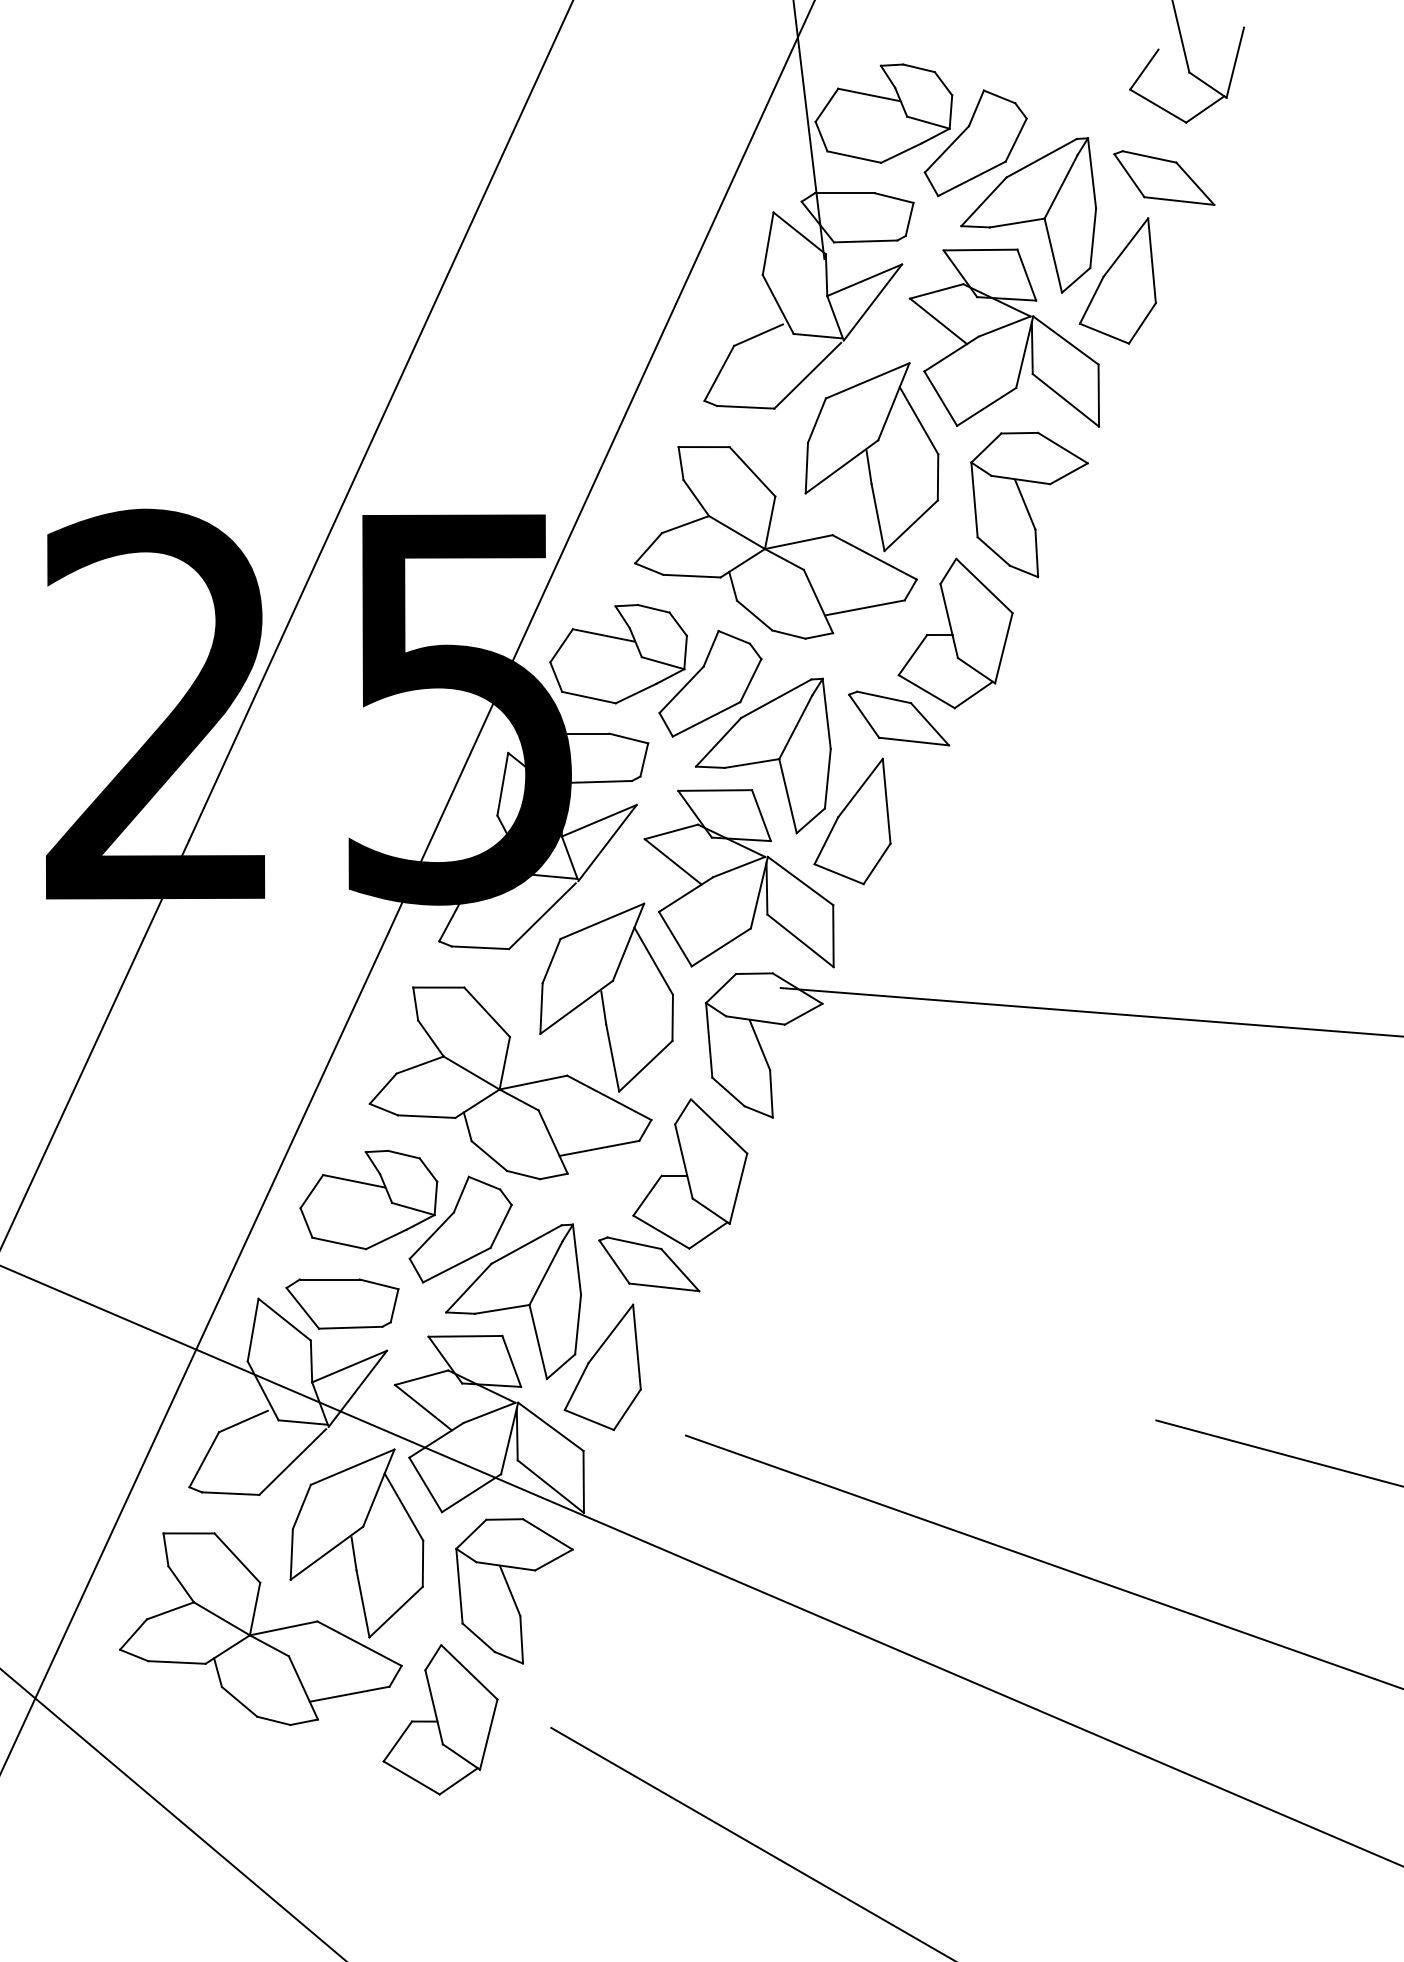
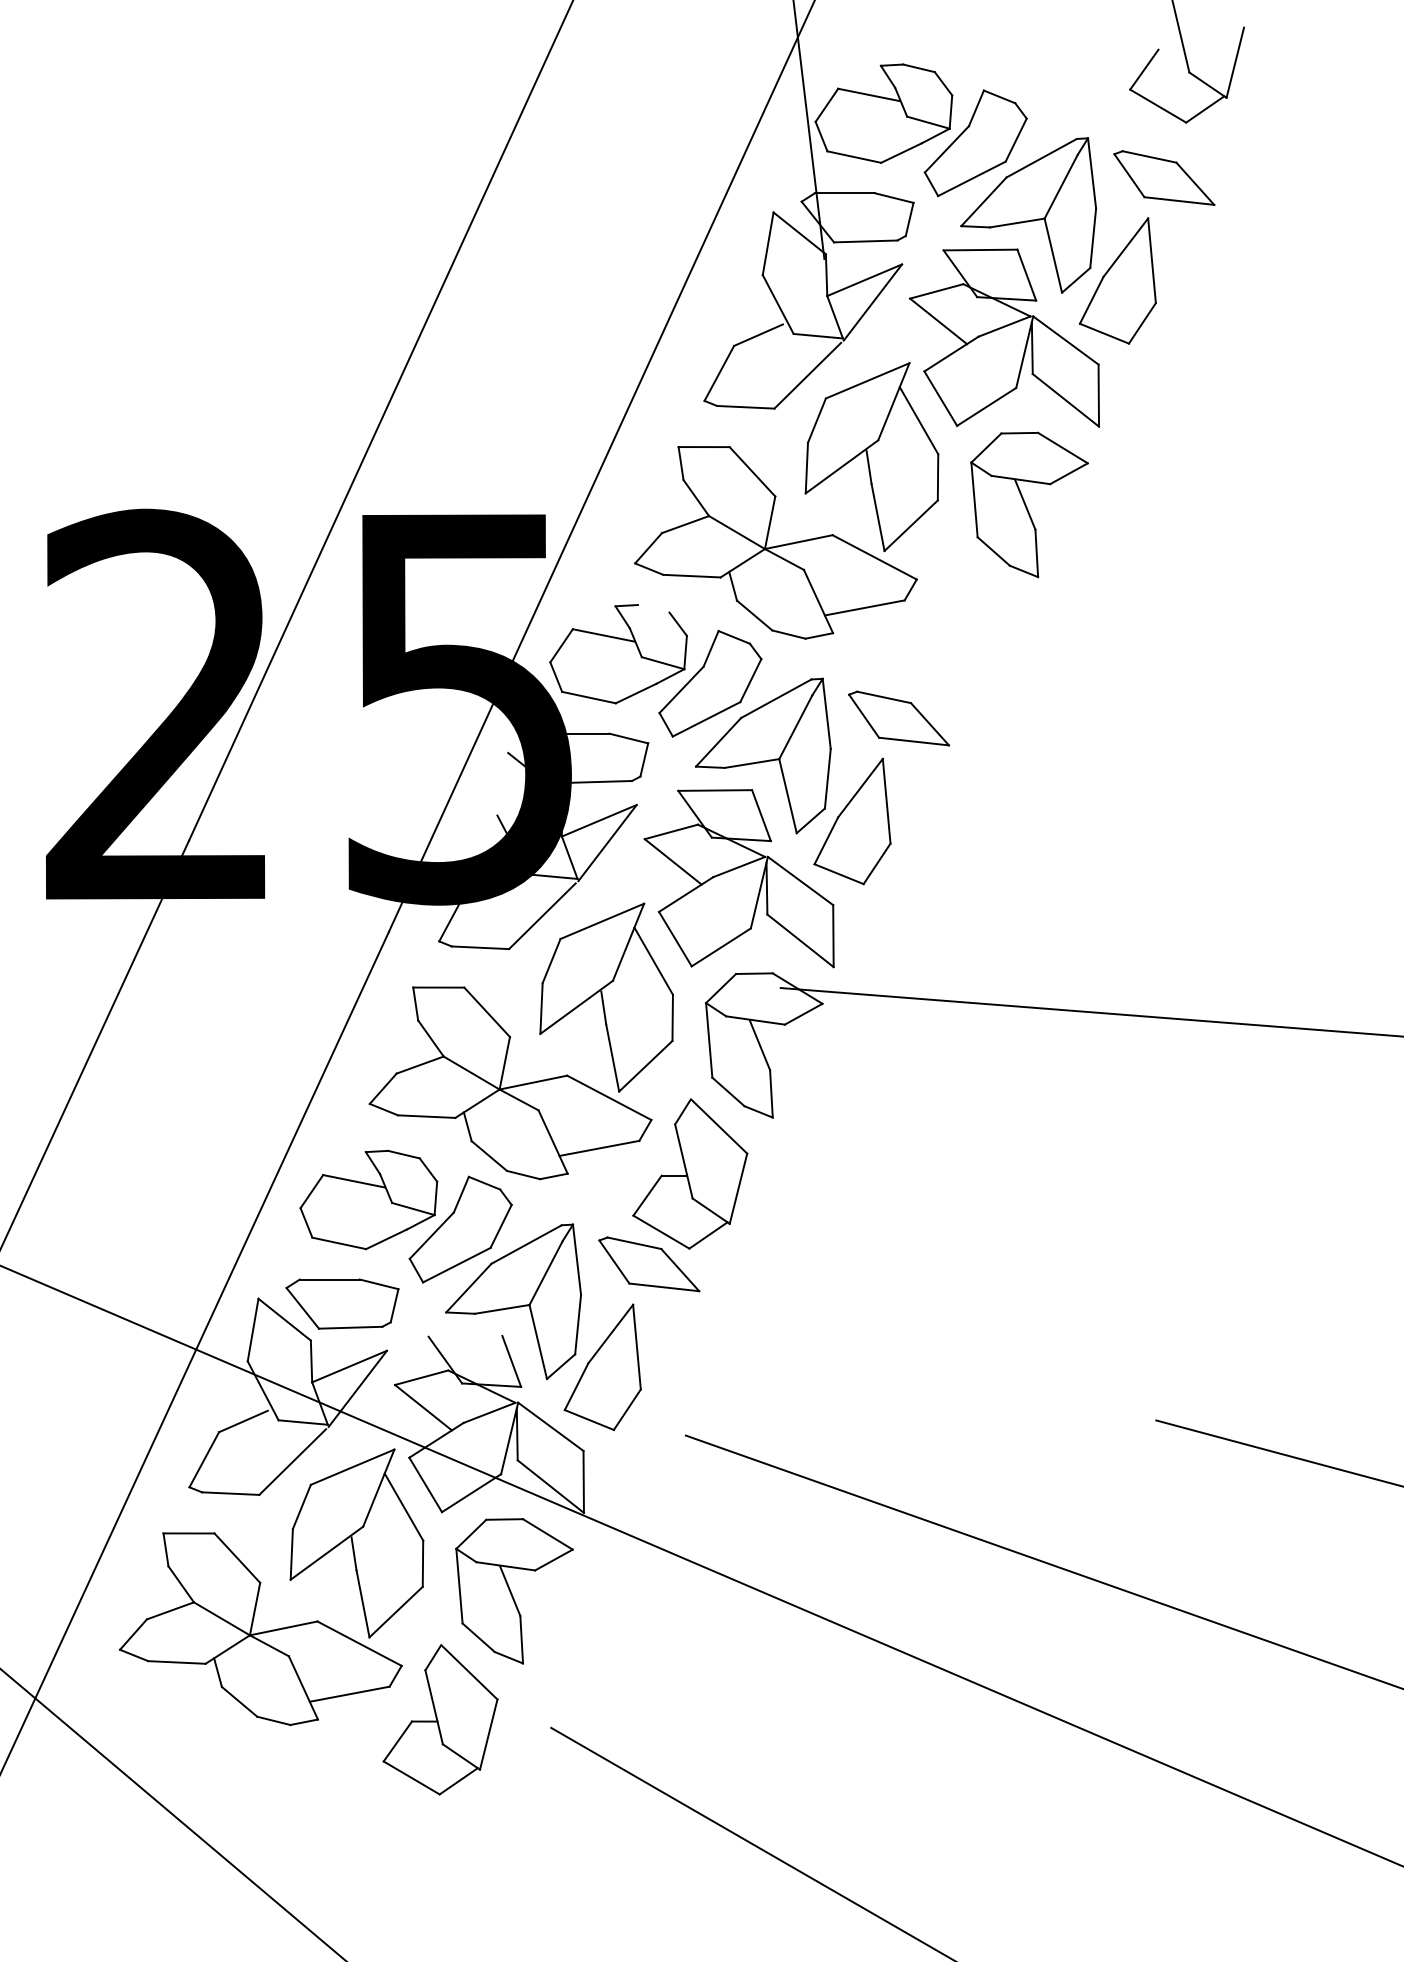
line at (653, 608): present -> none
part at (955, 633): present -> none
line at (502, 783): present -> none
line at (465, 1335): present -> none
